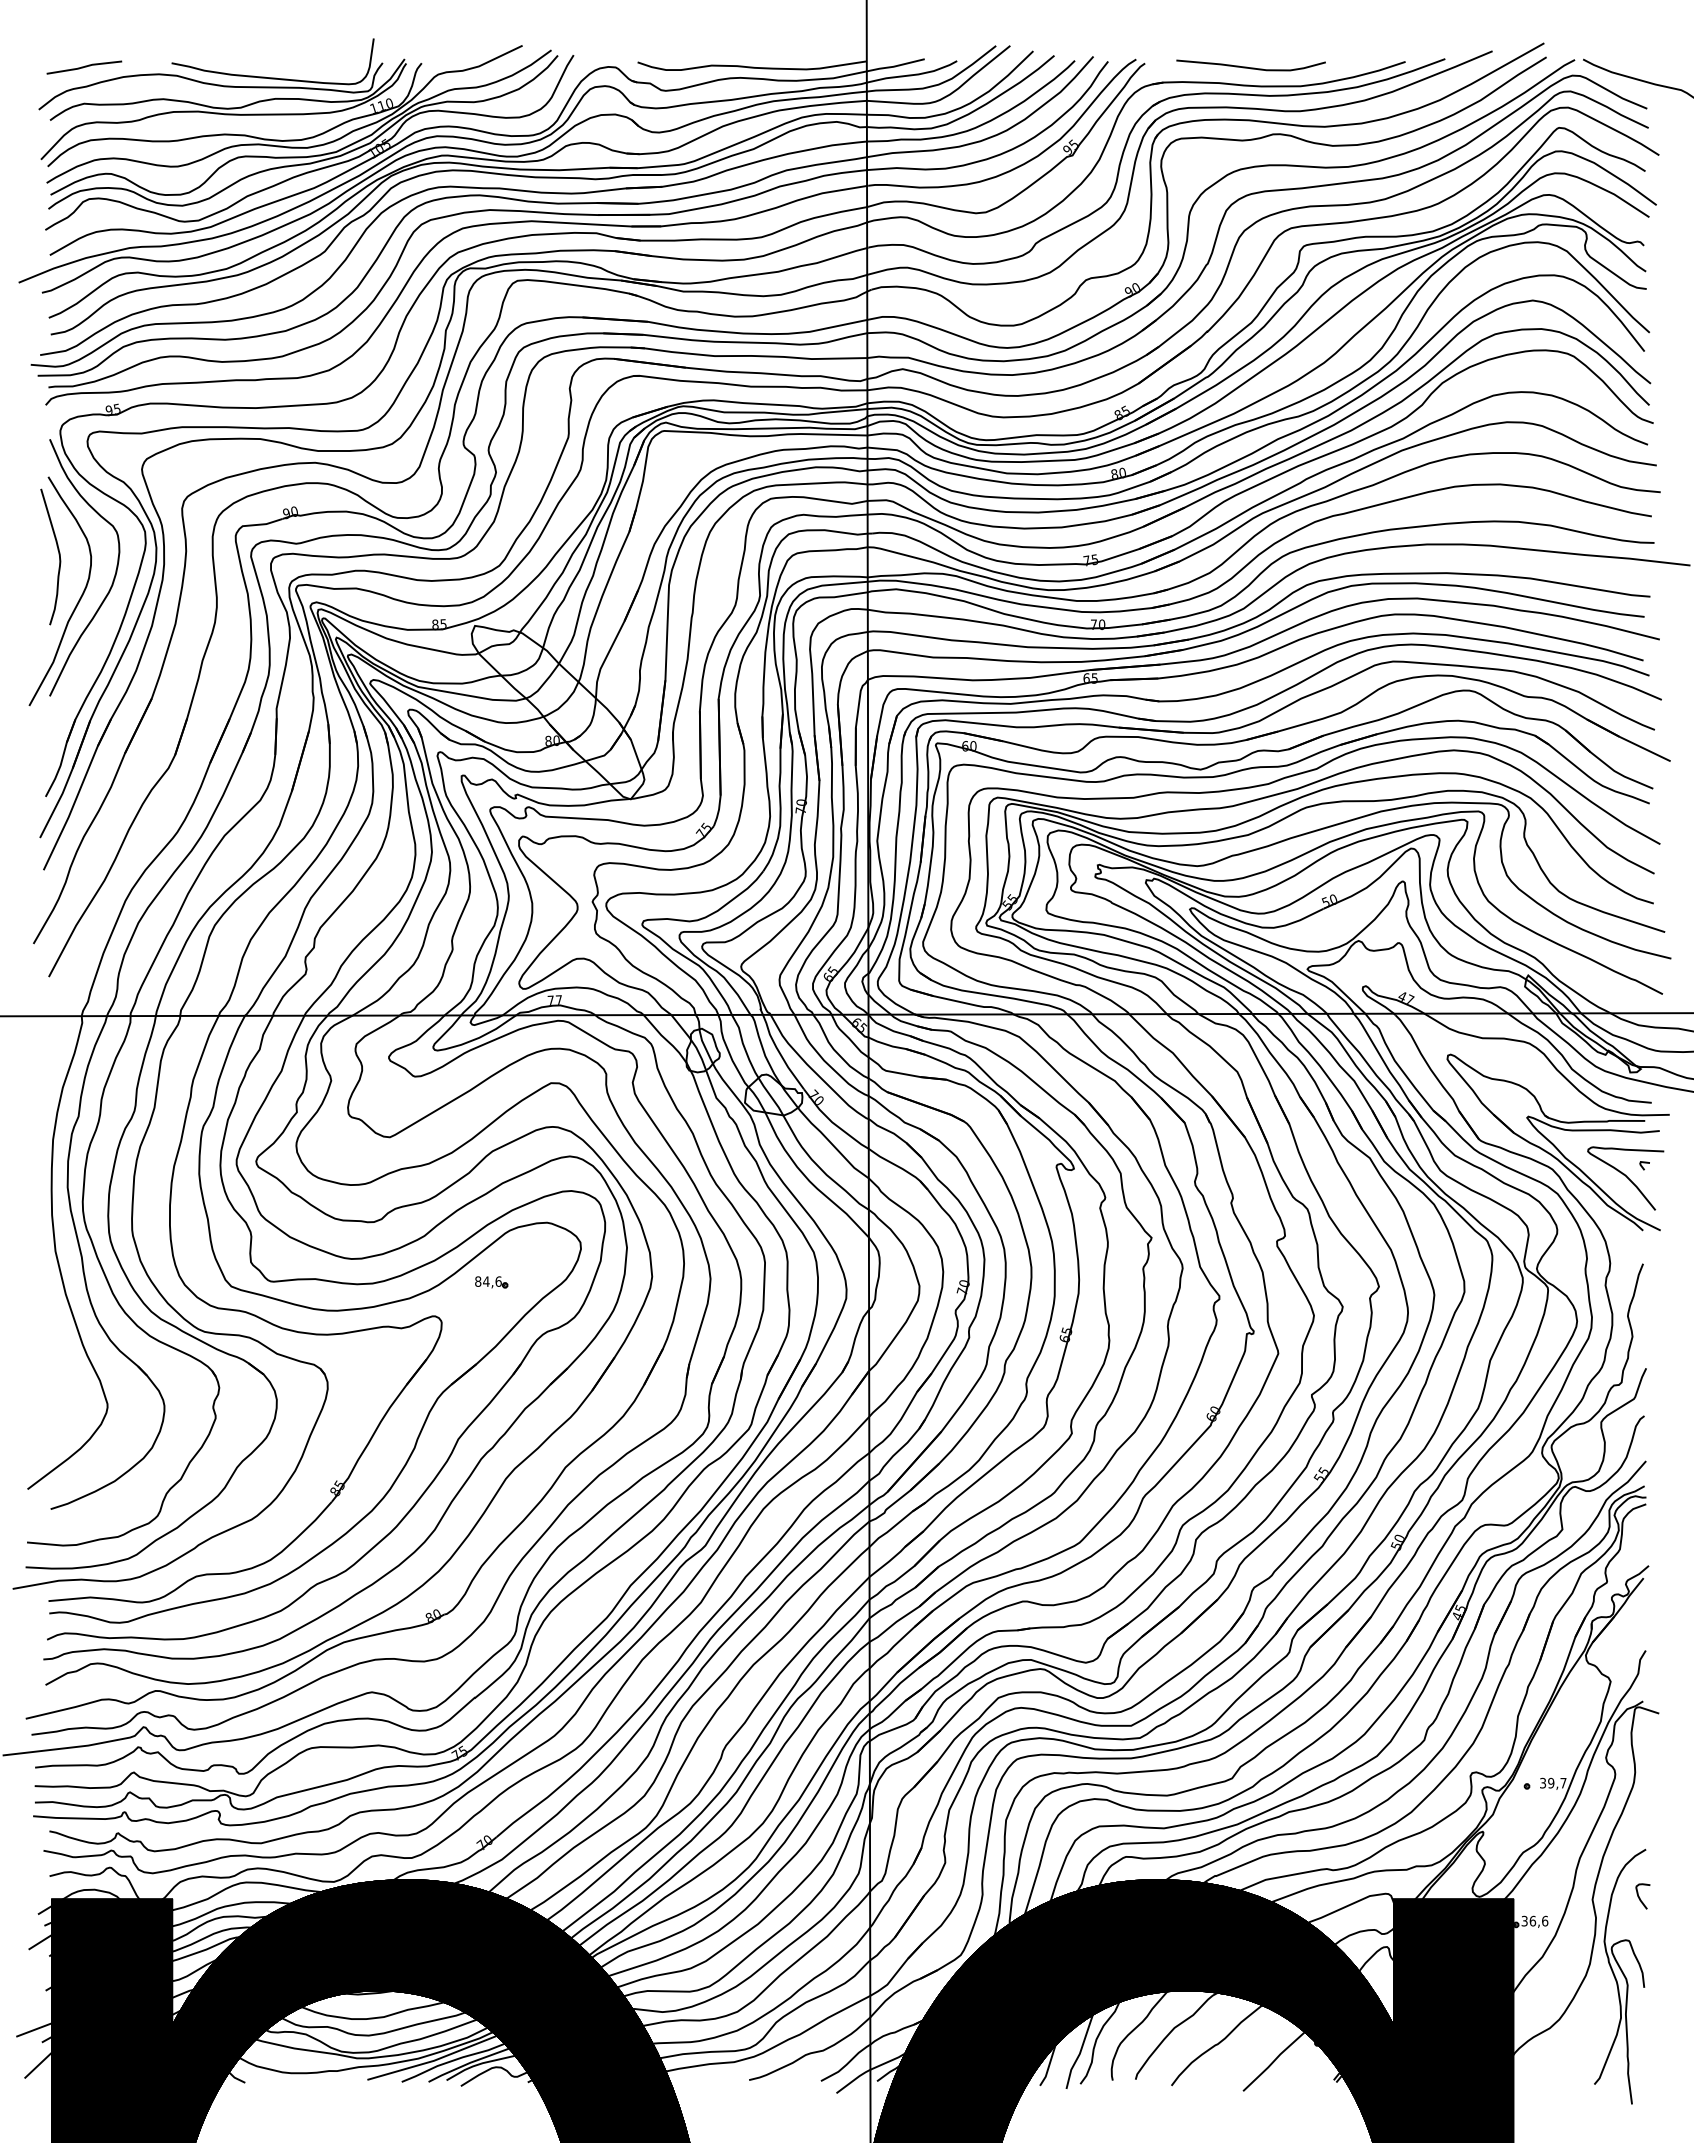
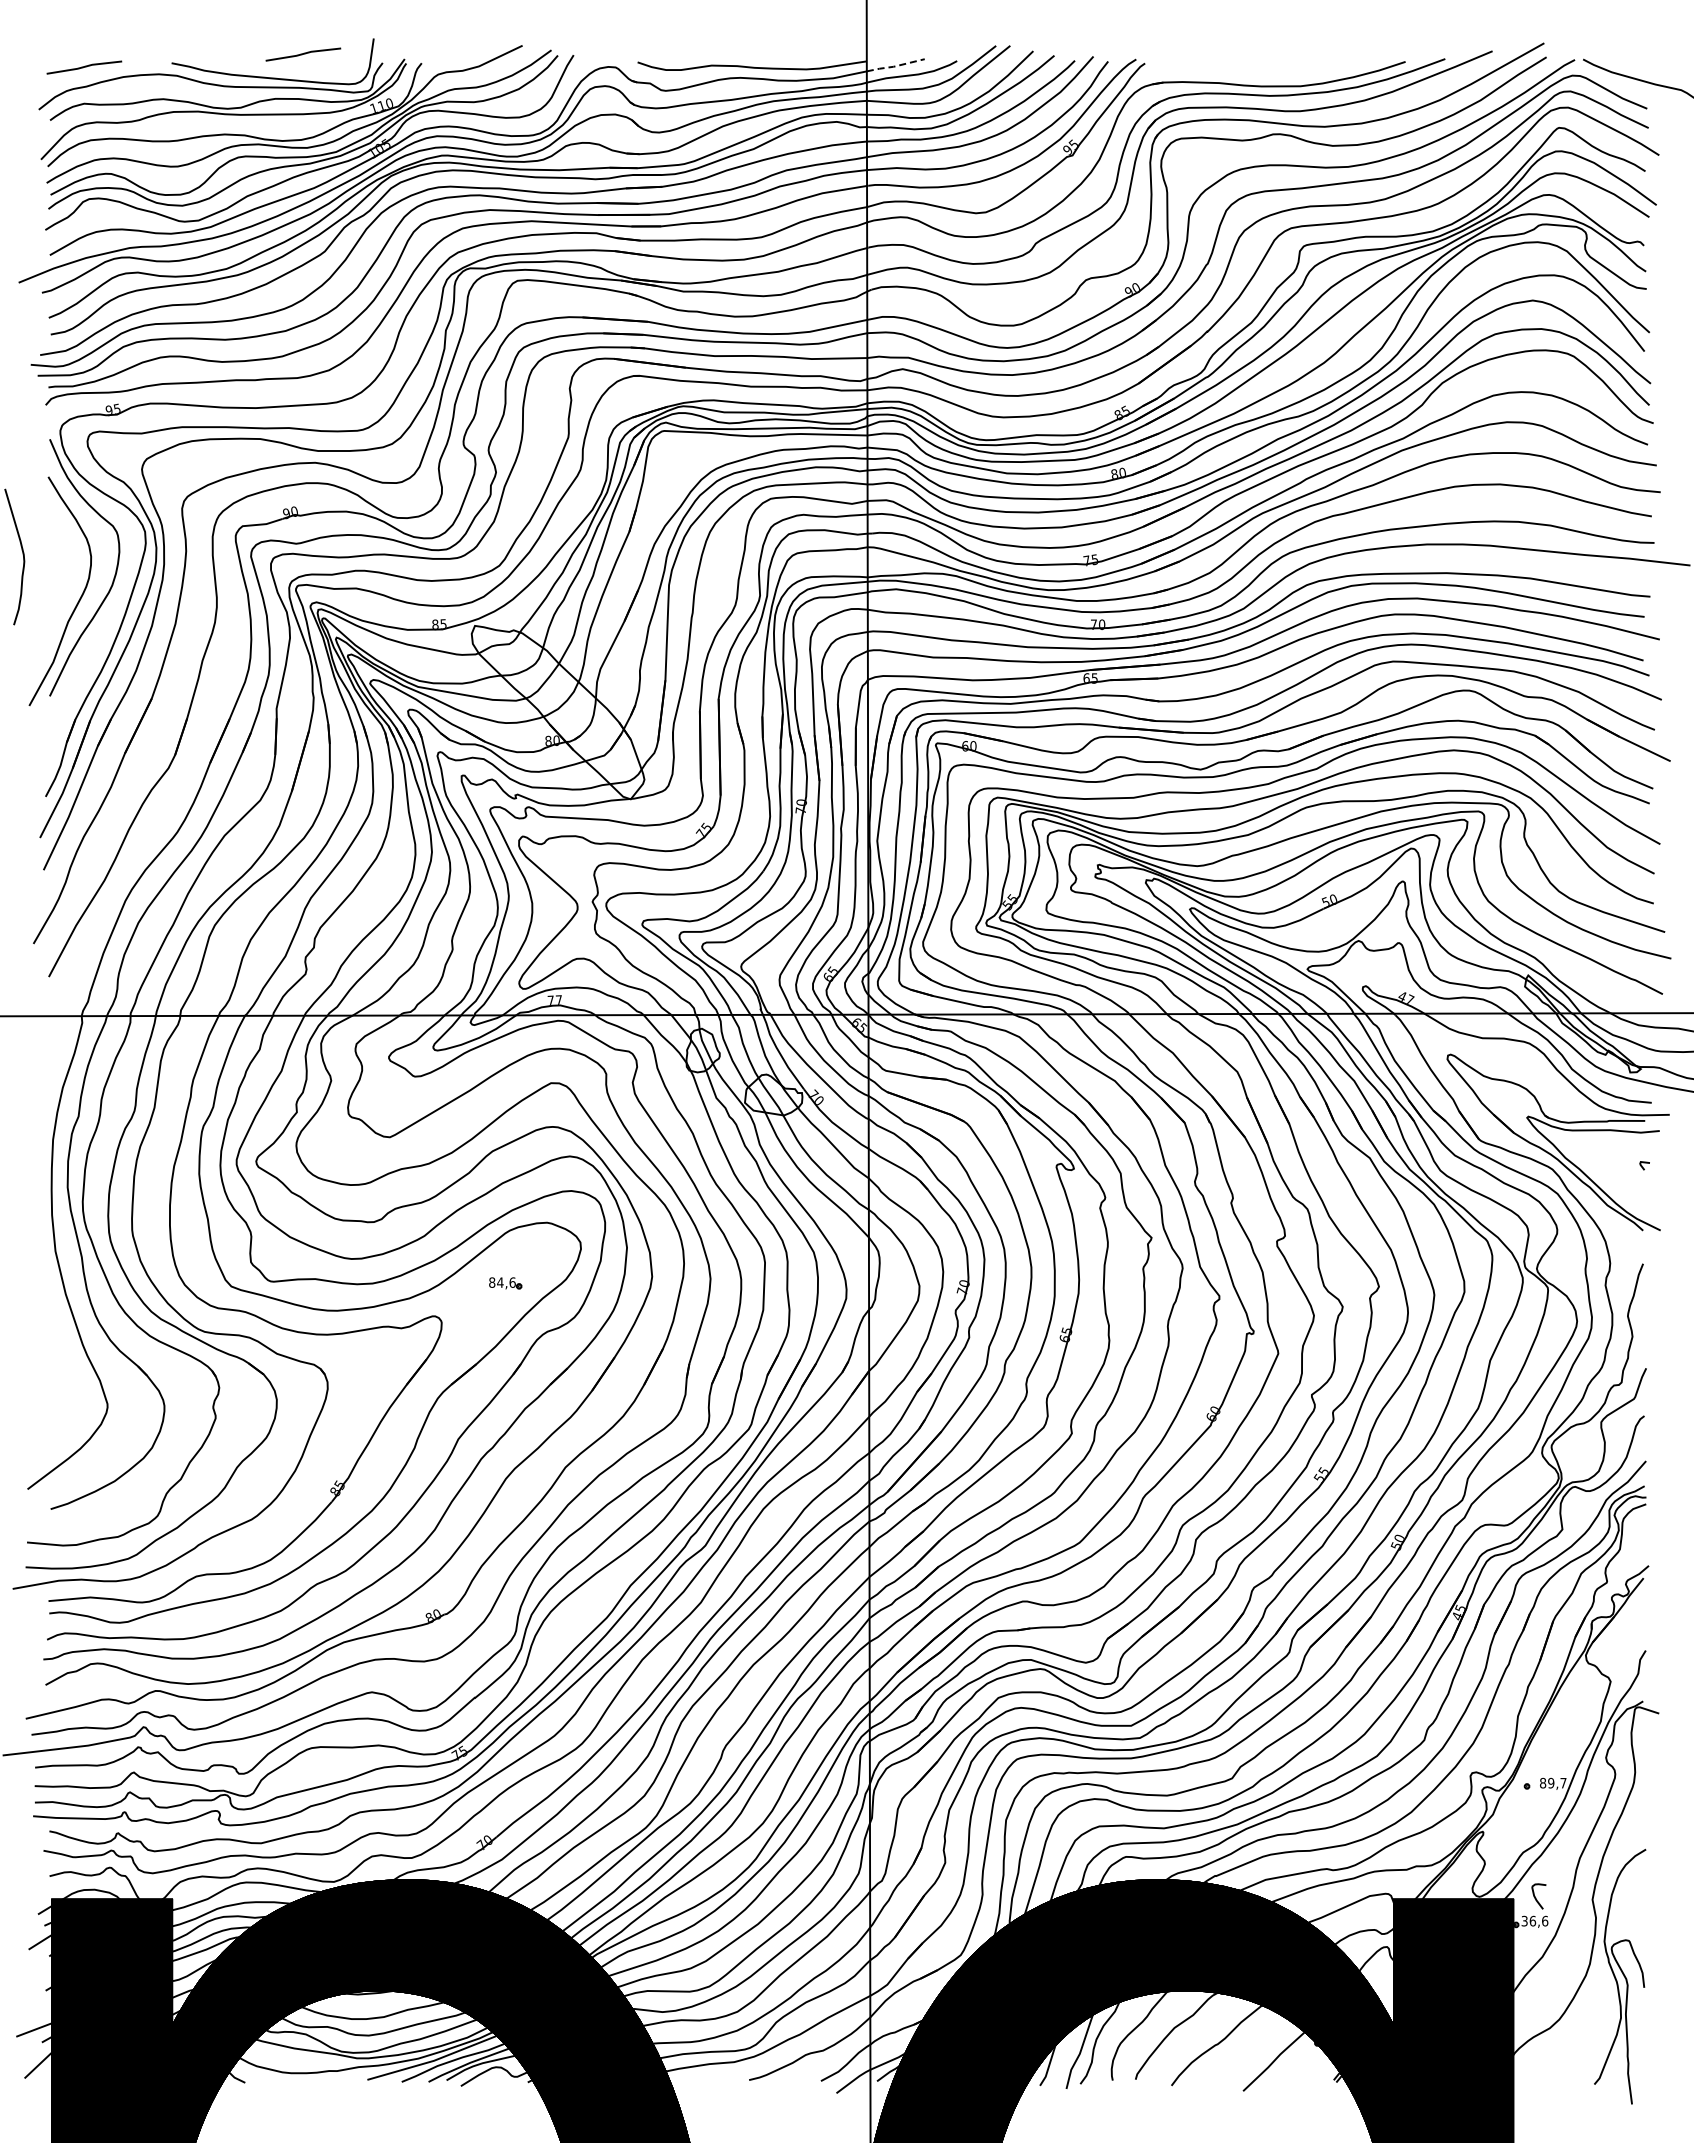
line at (303, 54): none -> present
line at (895, 66): solid -> dashed
curve at (1250, 67): present -> none
curve at (58, 554) position: (58, 554) -> (22, 554)
curve at (1626, 1177): present -> none
part at (491, 1282) position: (491, 1282) -> (505, 1283)
text at (1543, 1783): 39,7 -> 89,7
curve at (1640, 1897) position: (1640, 1897) -> (1536, 1897)
